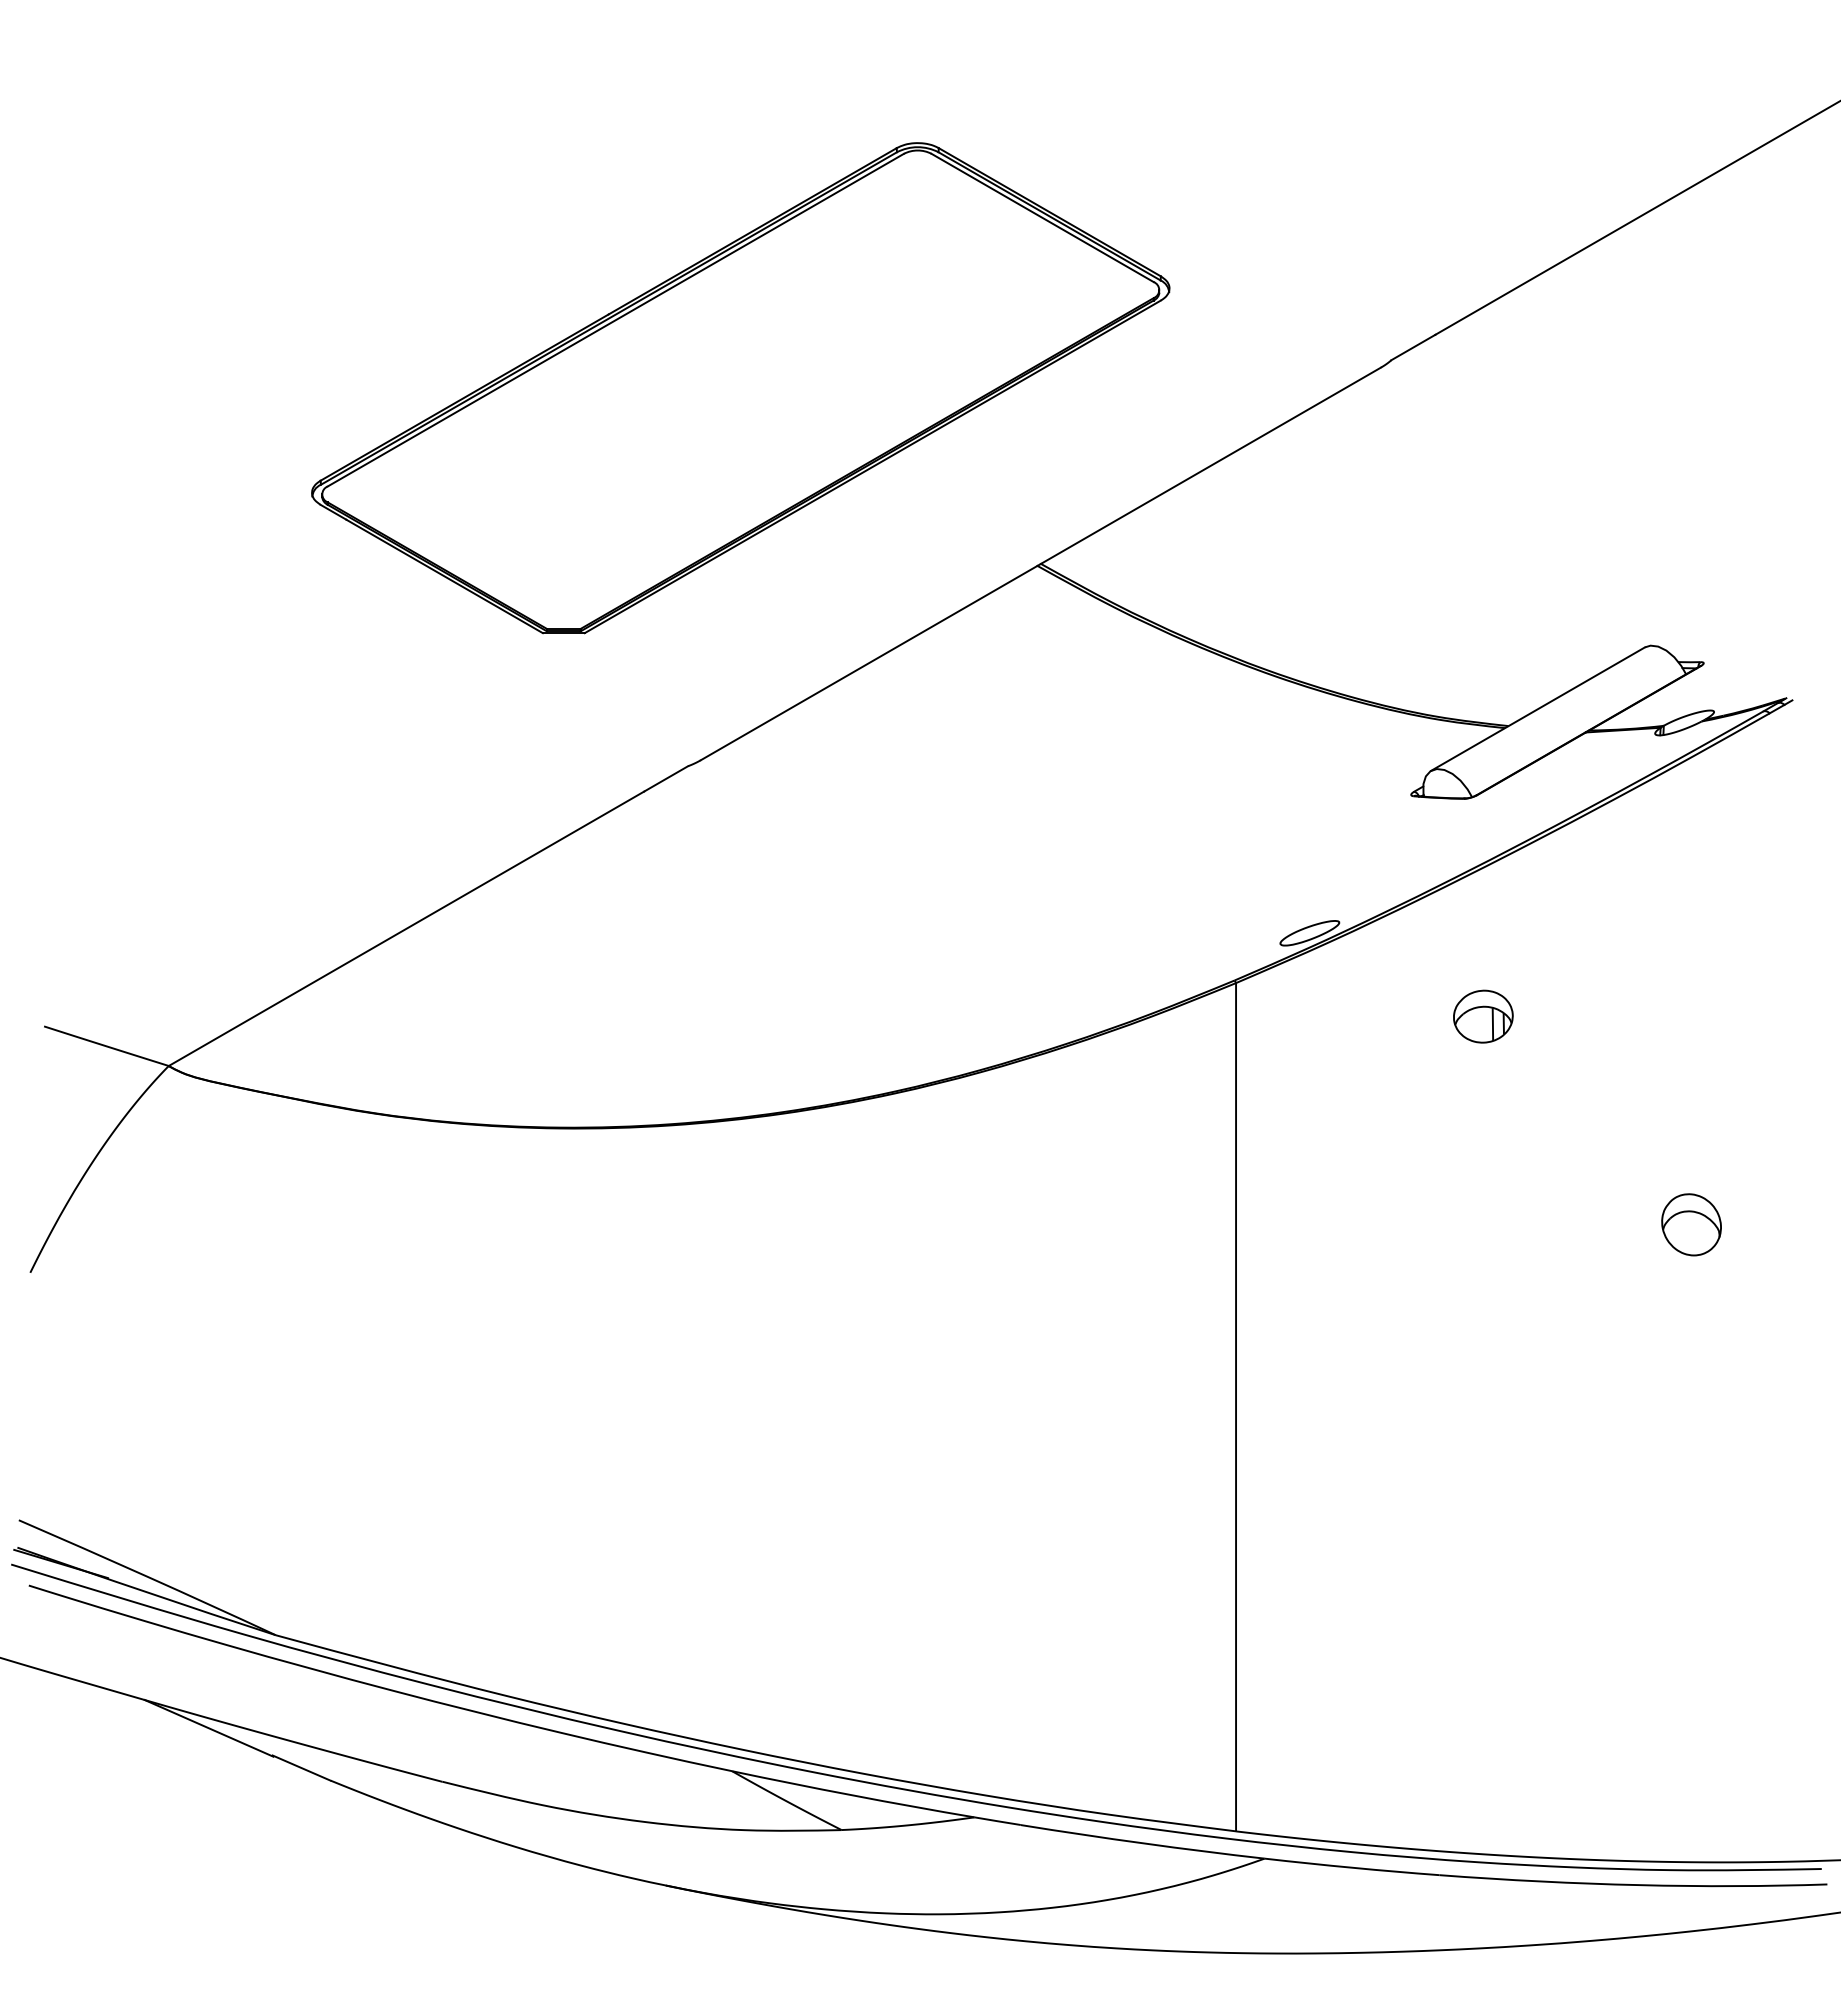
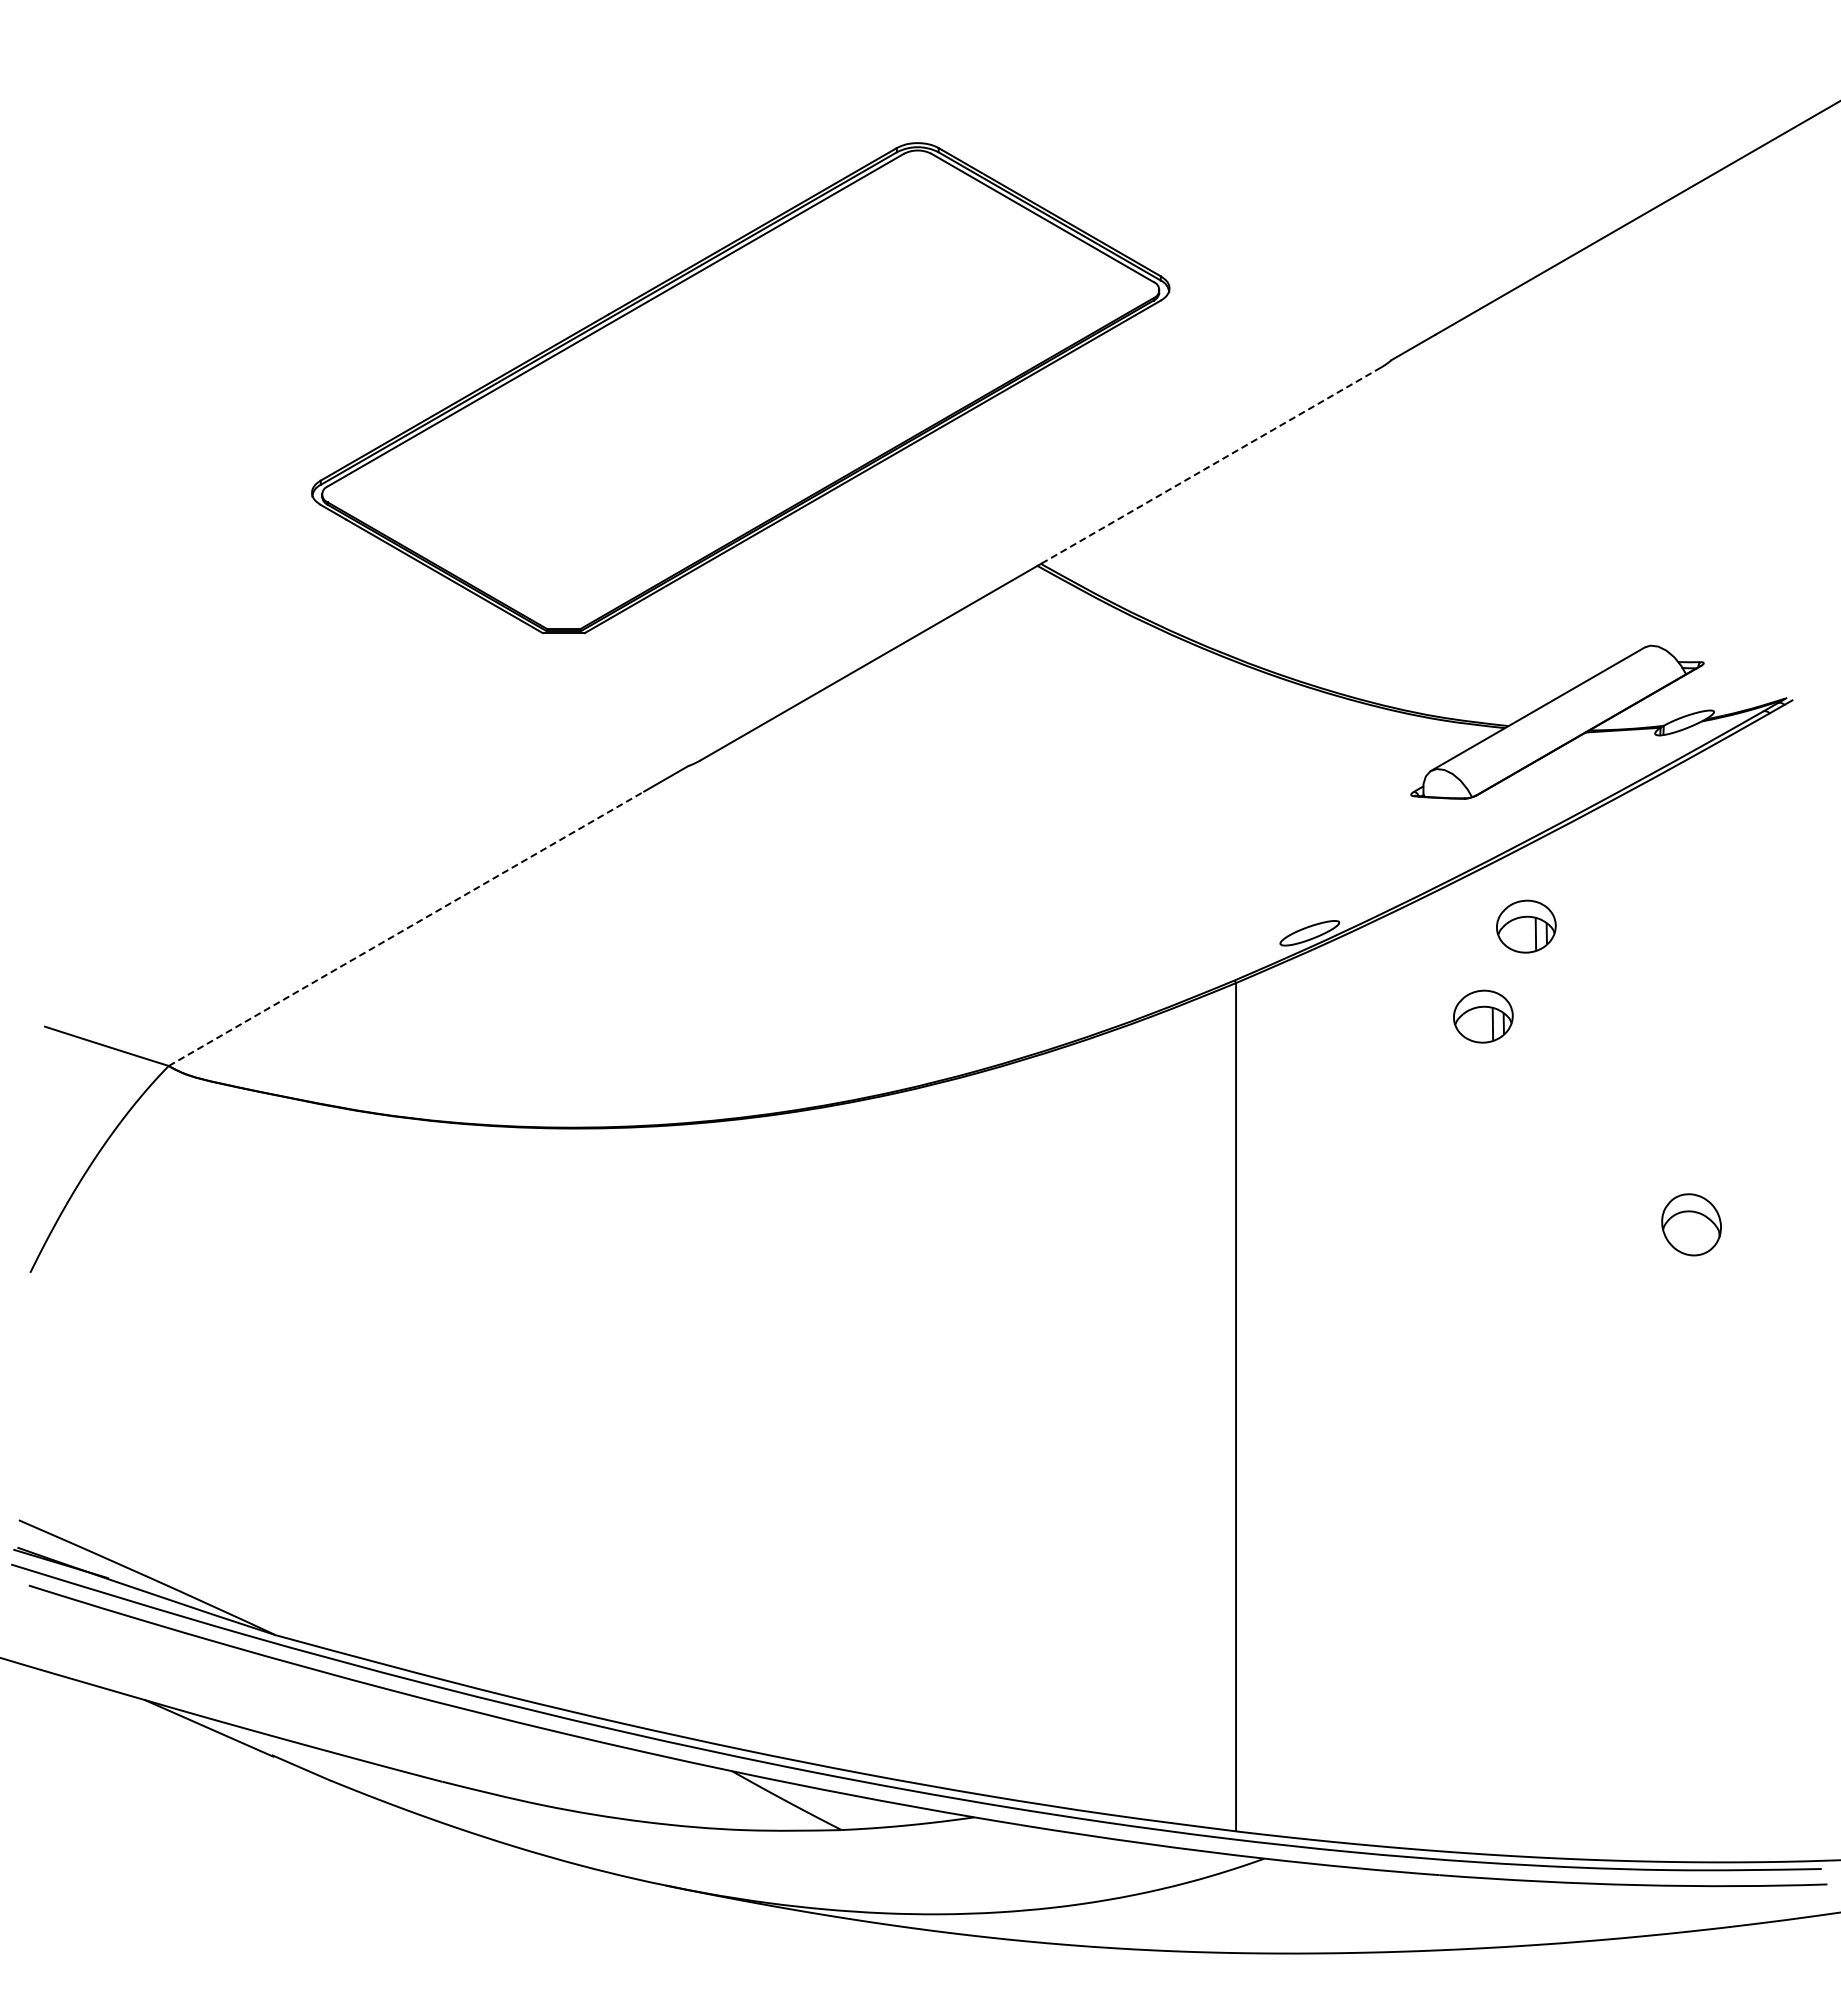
line at (1210, 466): solid -> dashed
part at (1526, 926): none -> present
line at (406, 928): solid -> dashed
